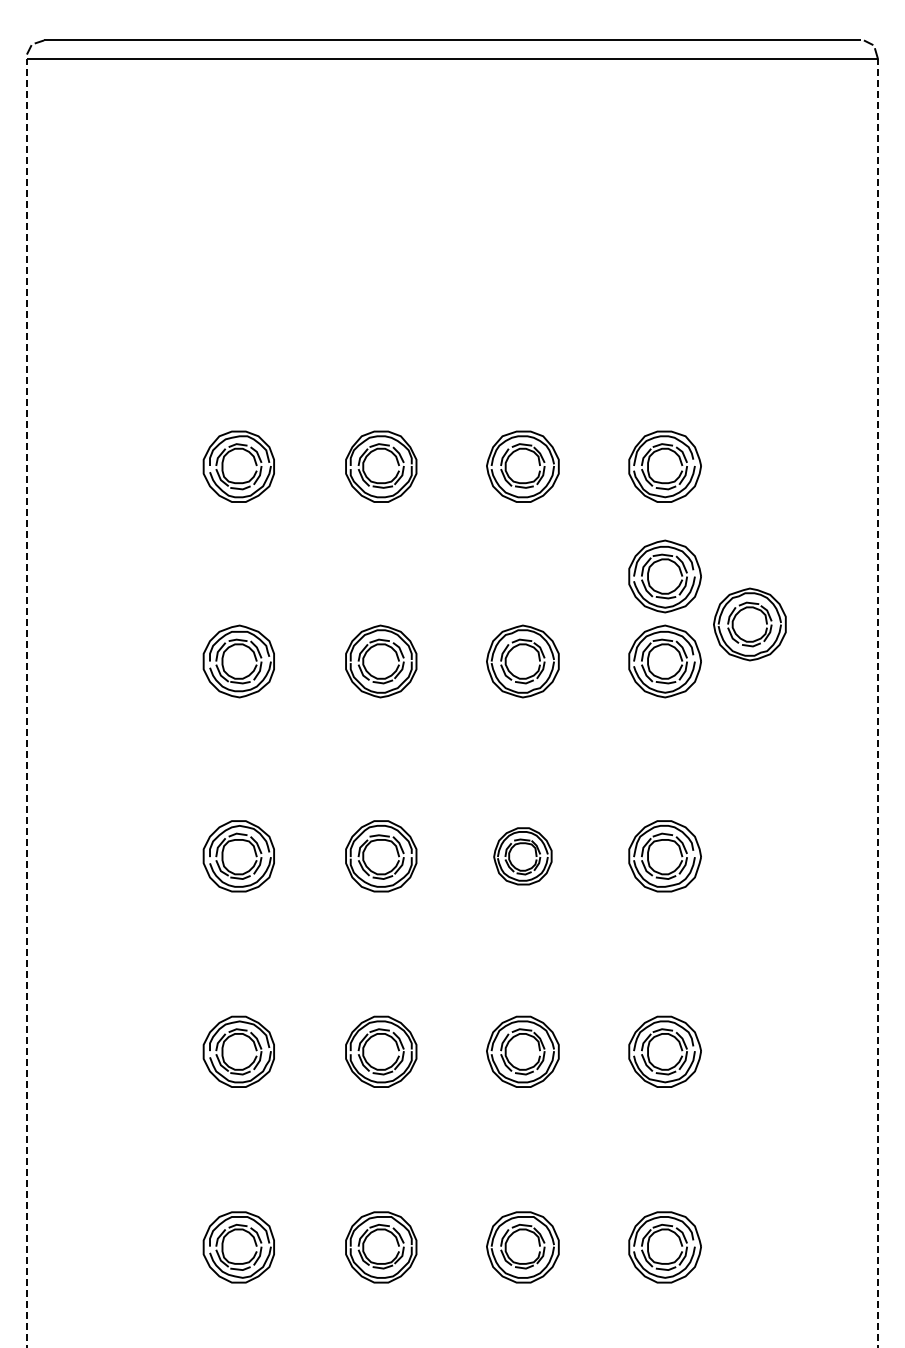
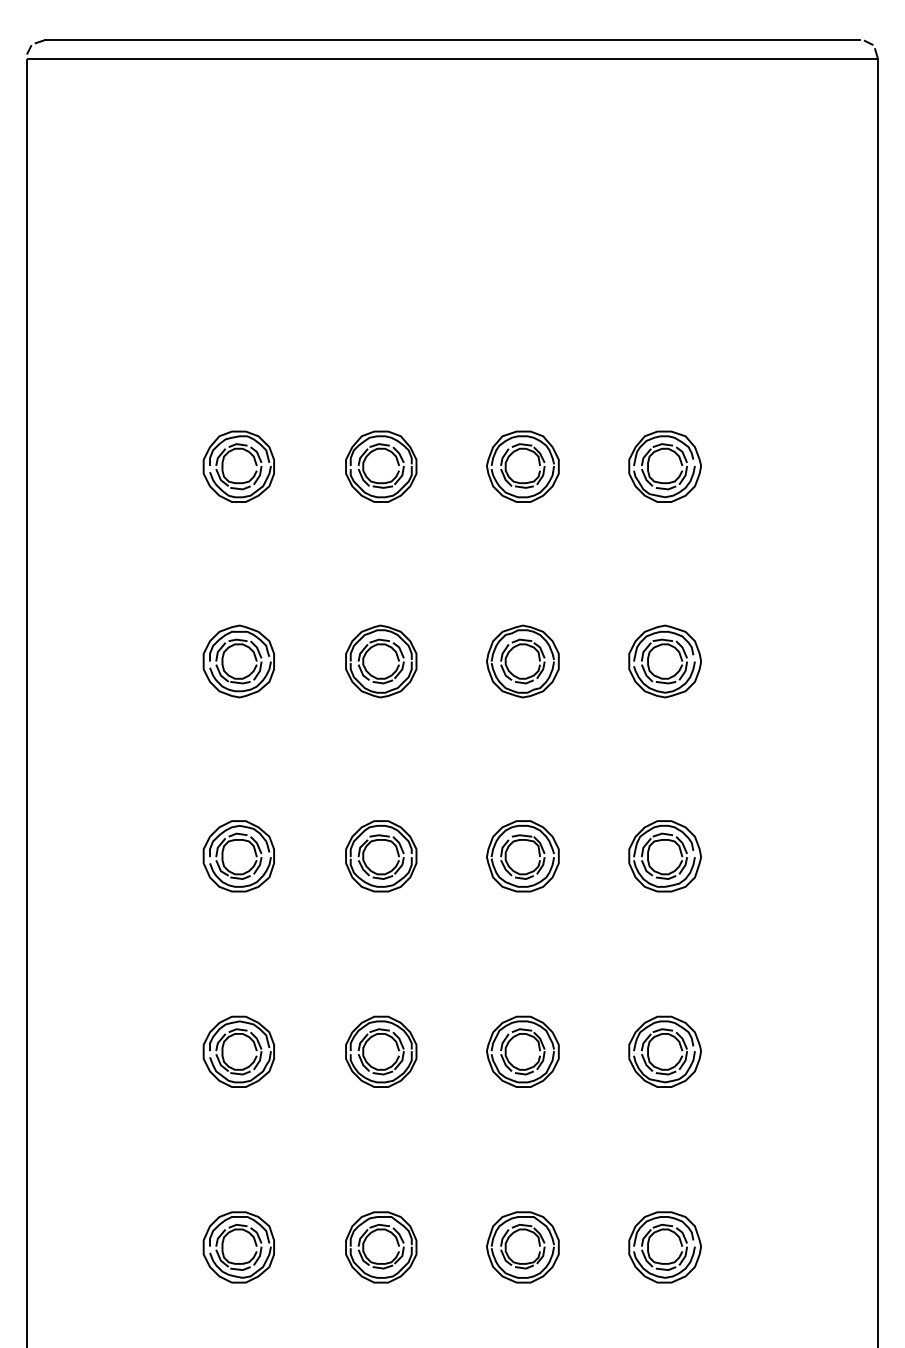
part at (664, 576): present -> none
part at (749, 624): present -> none
line at (26, 703): dashed -> solid
line at (878, 703): dashed -> solid
part at (522, 856) size: 60x59 px -> 74x73 px
